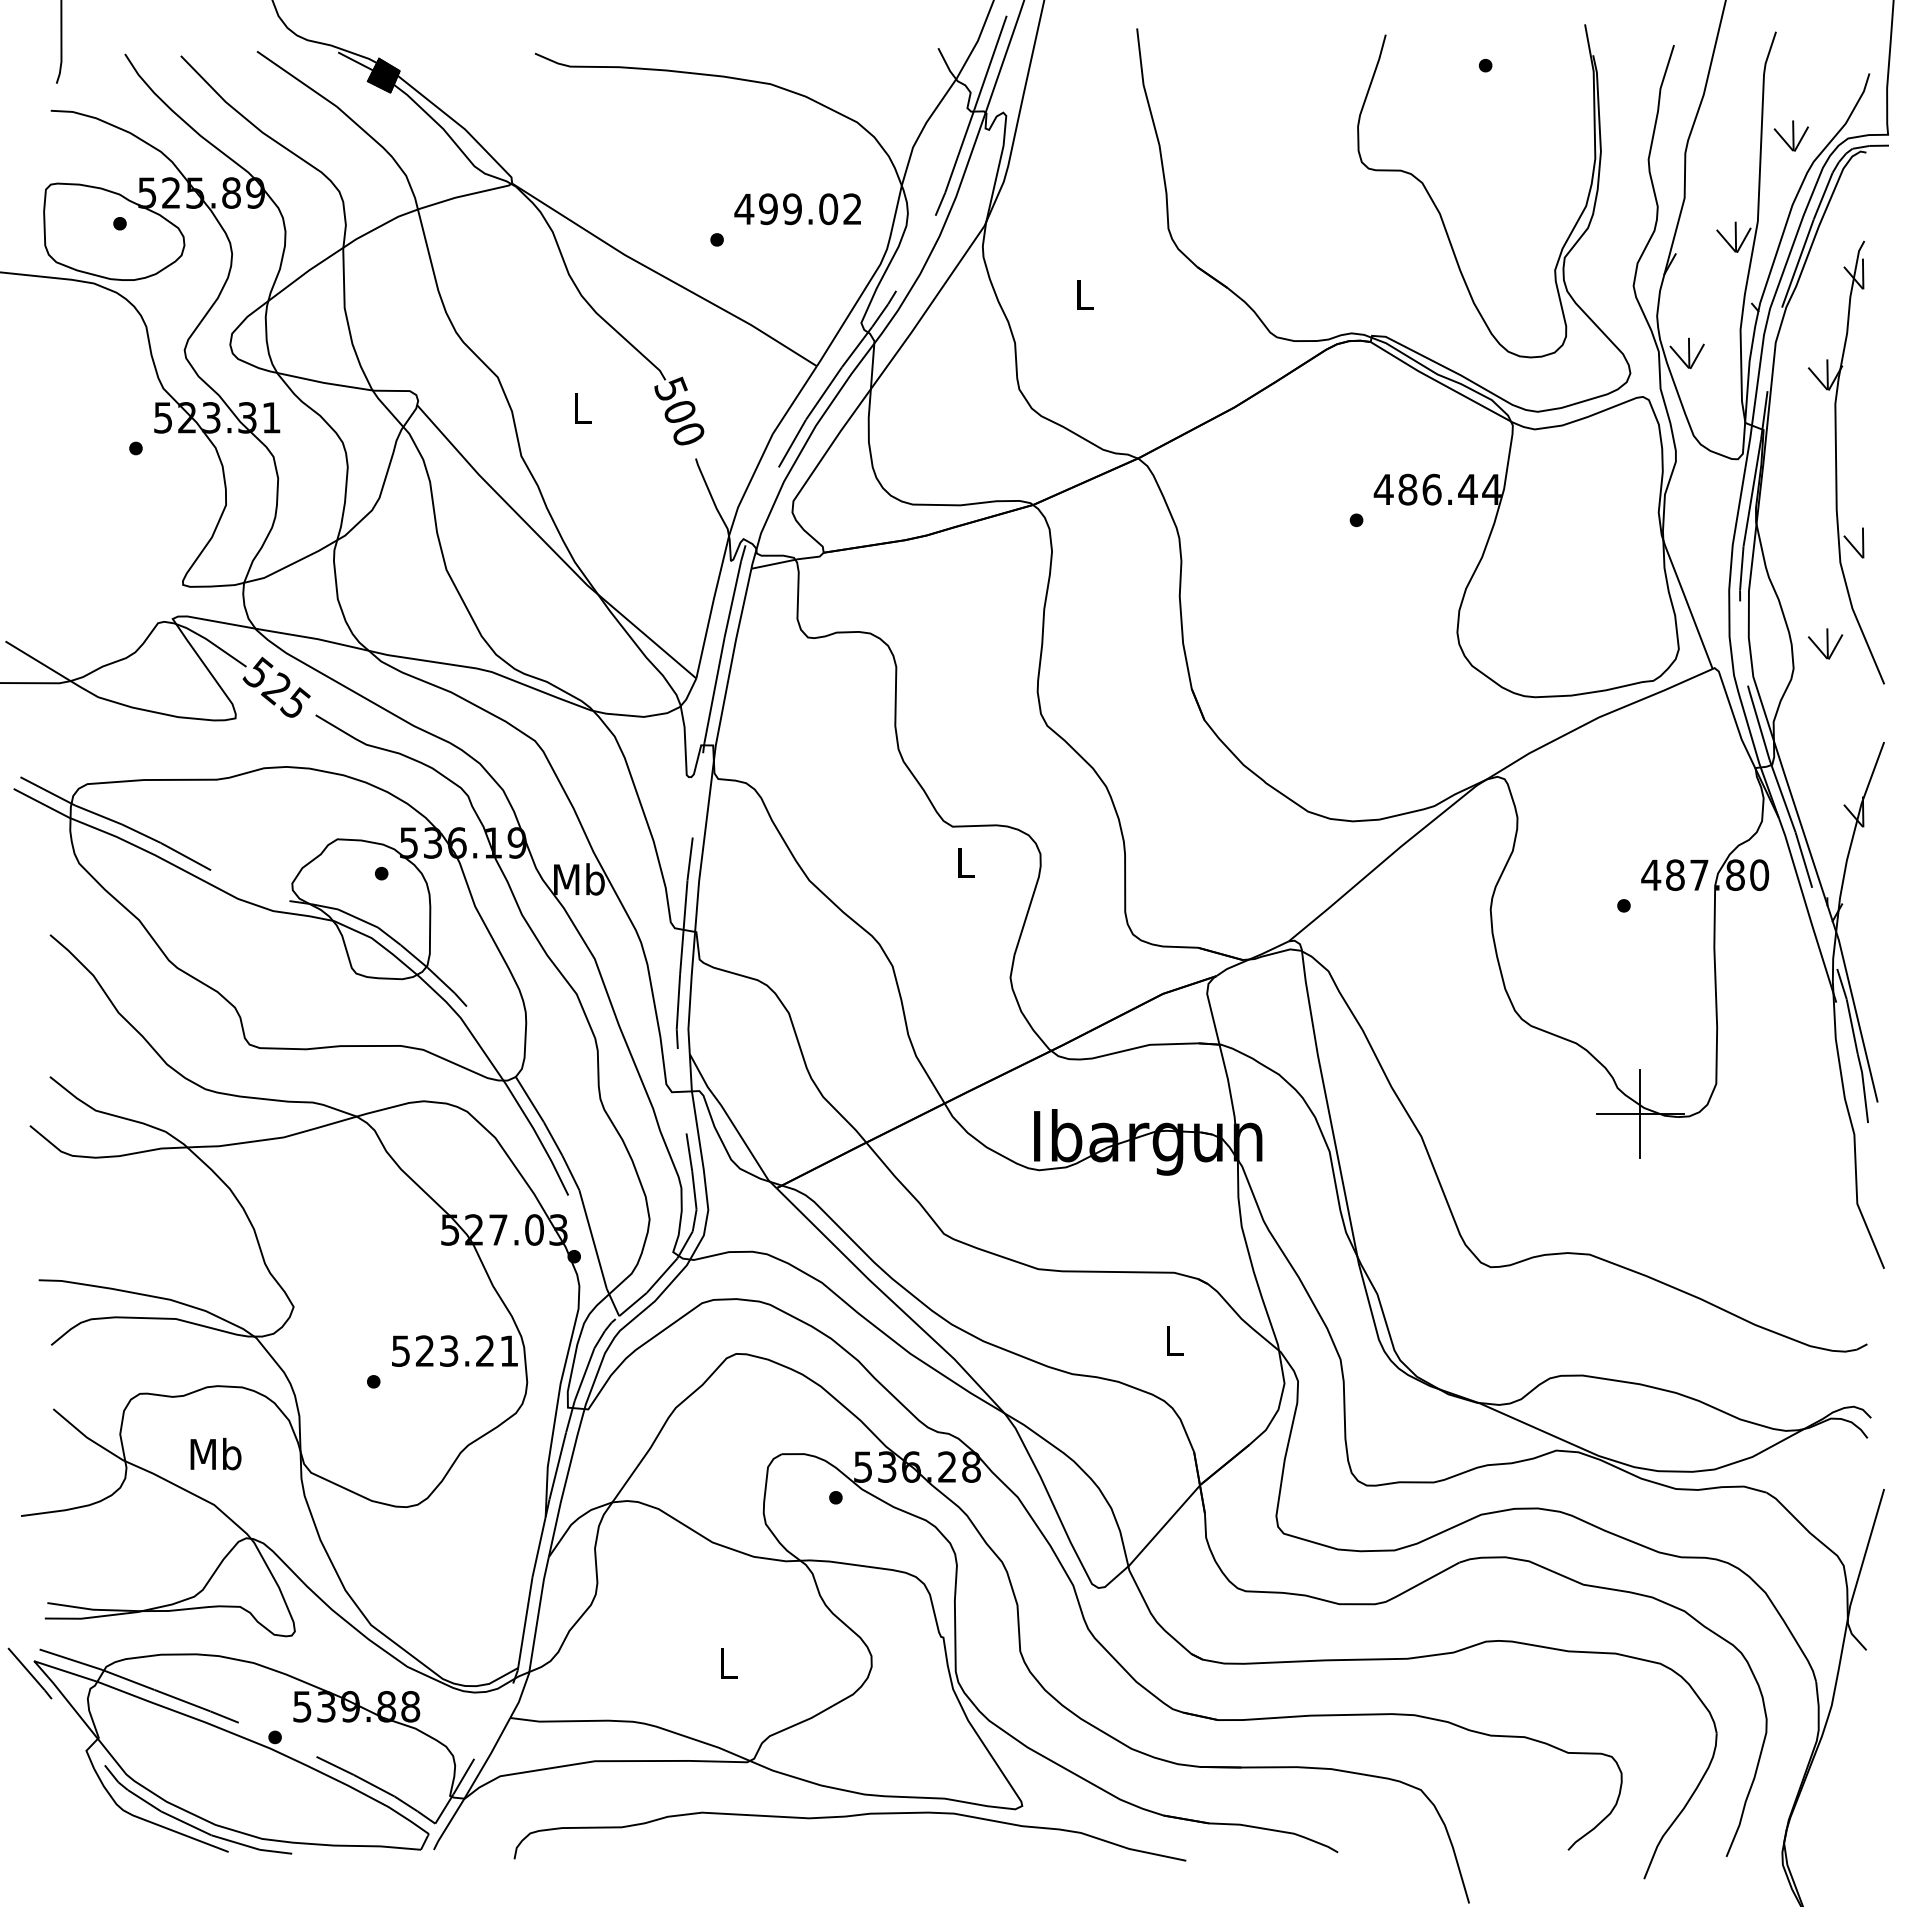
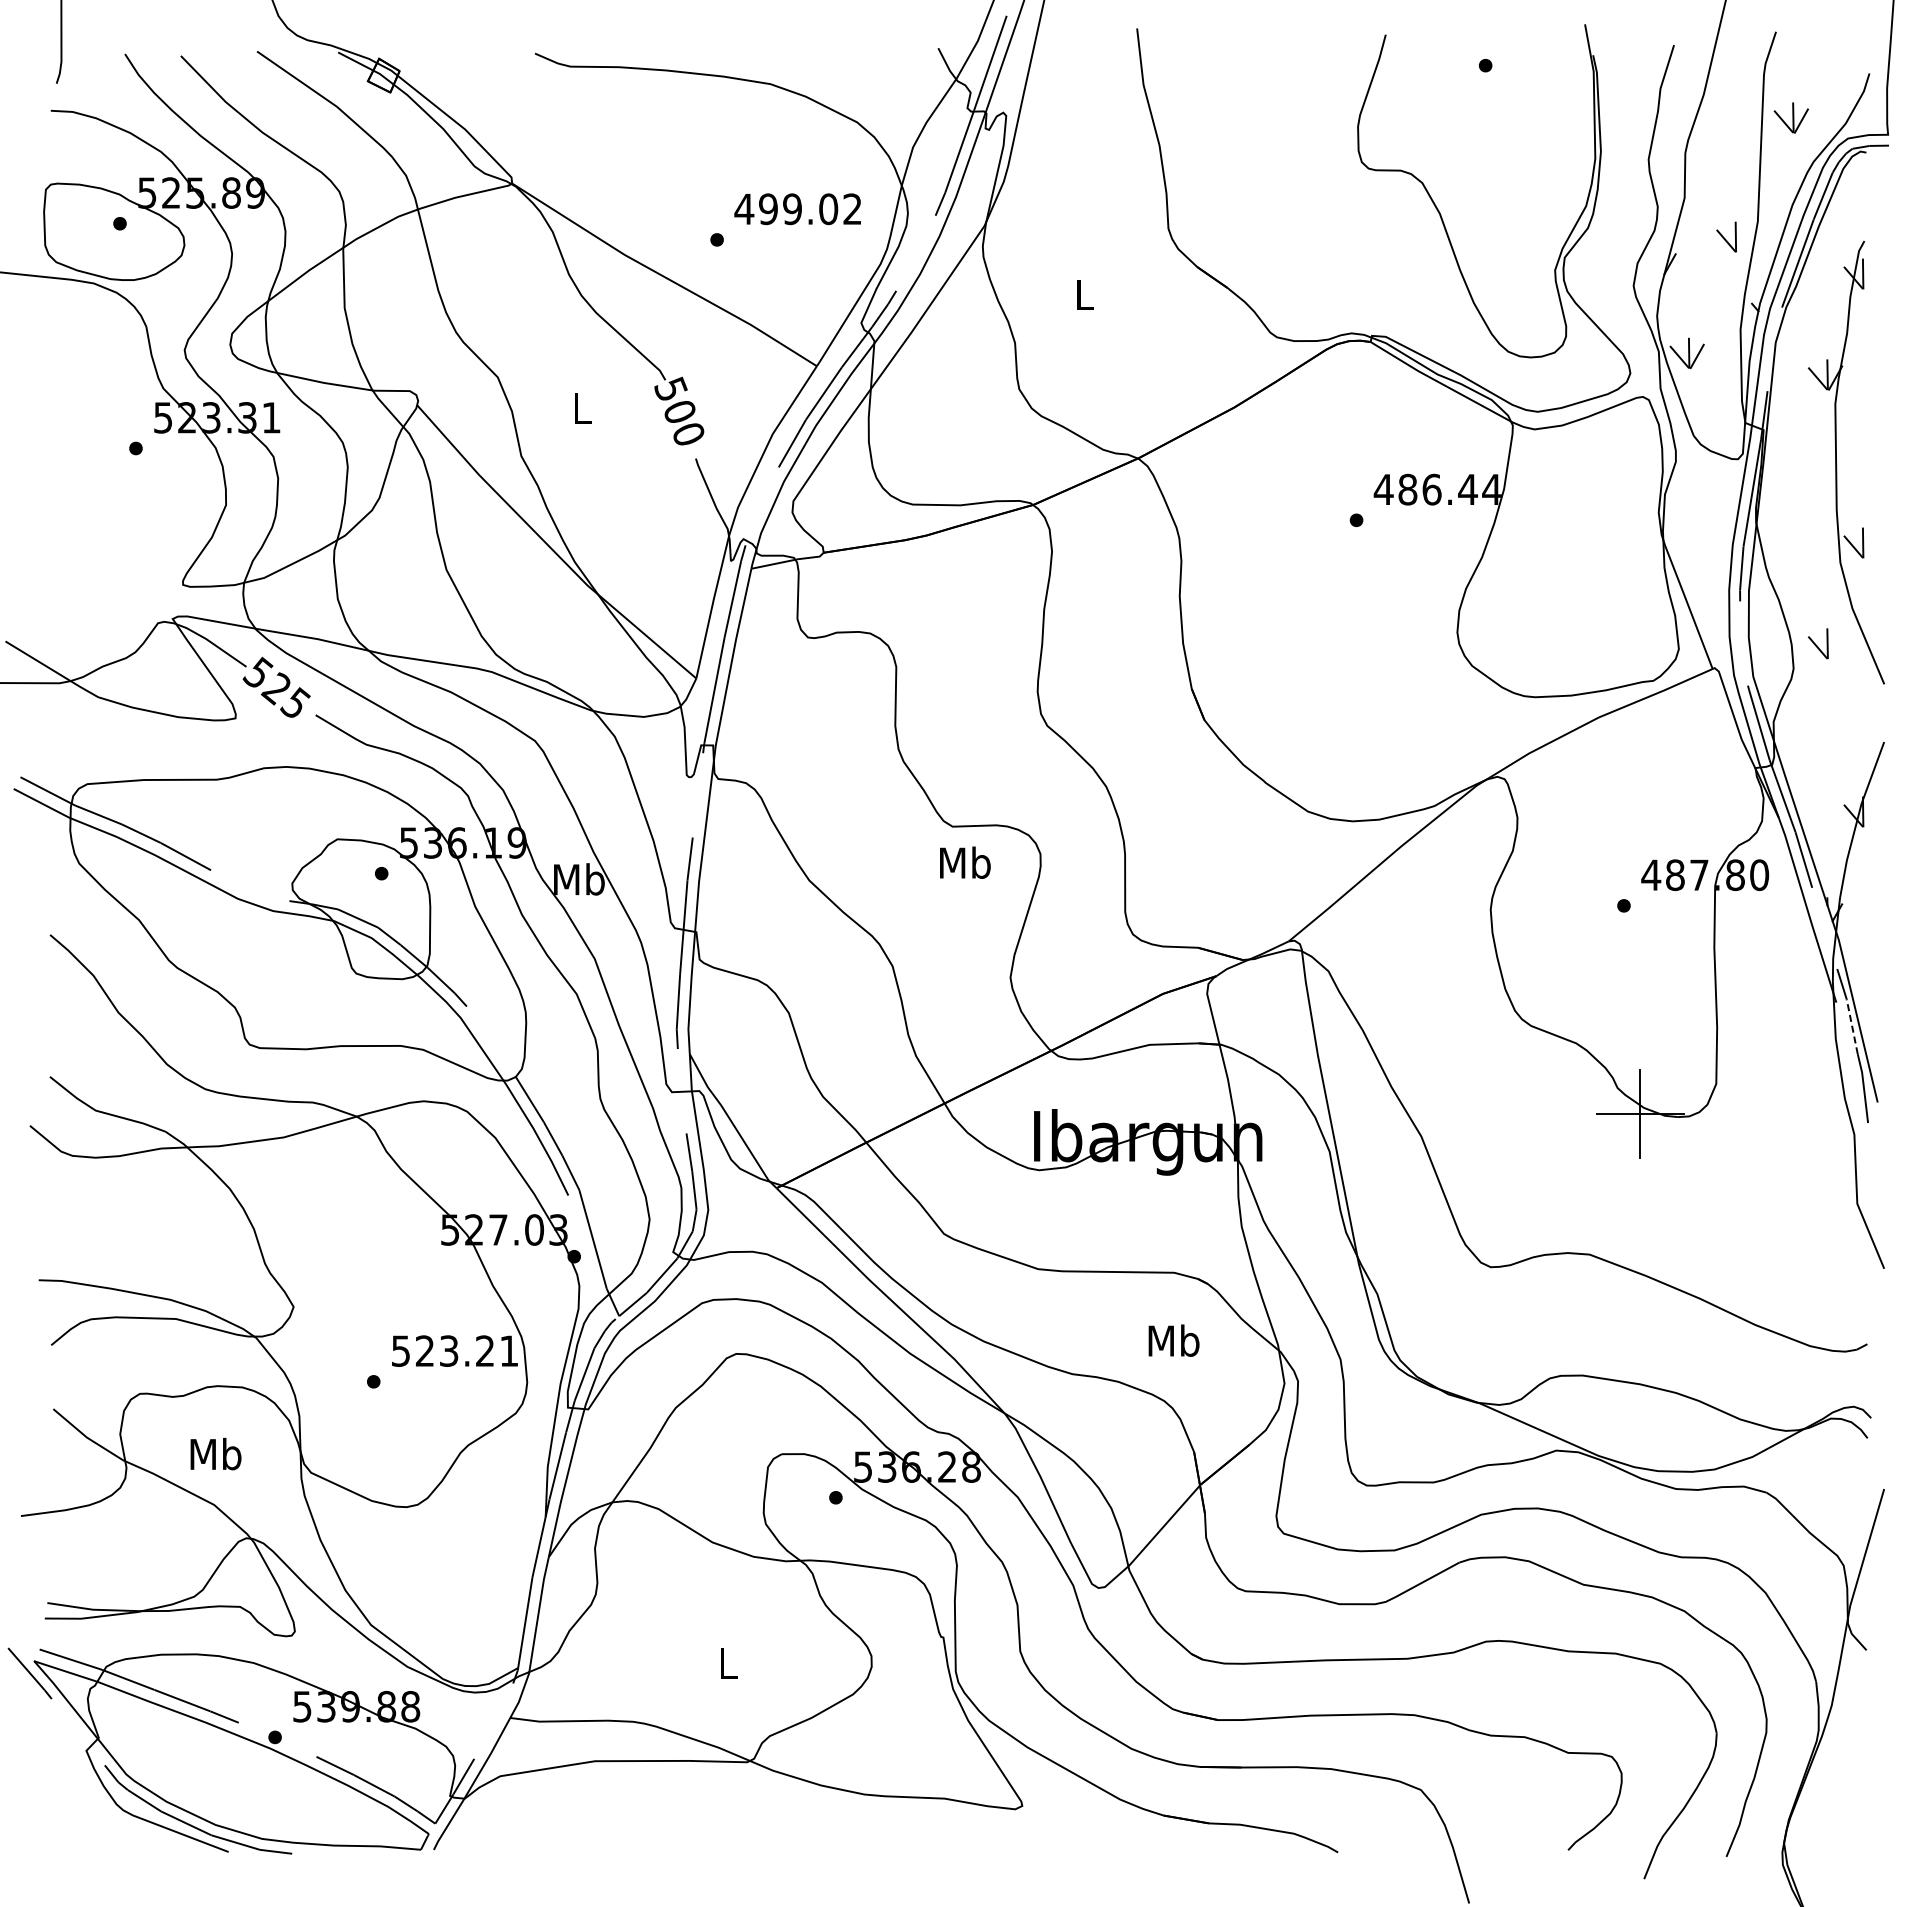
fill at (383, 75): present -> none
part at (1790, 135) position: (1790, 135) -> (1790, 117)
line at (1743, 239): present -> none
line at (1835, 646): present -> none
text at (965, 862): L -> Mb
line at (1852, 1026): solid -> dashed
text at (1173, 1340): L -> Mb
curve at (848, 1817): present -> none
